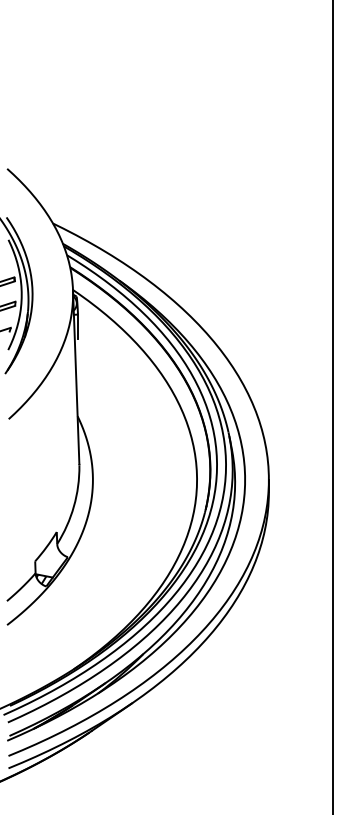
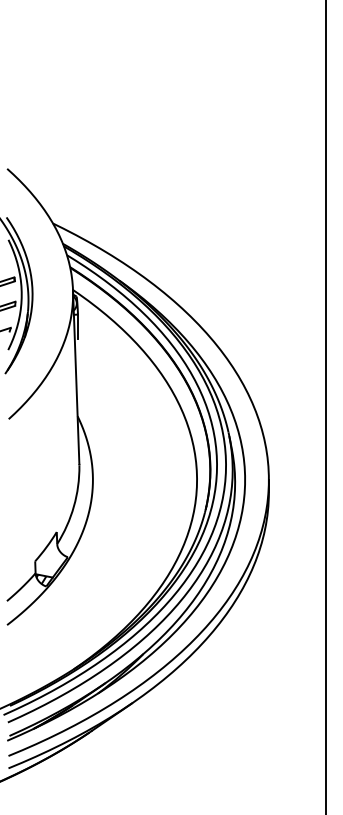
line at (332, 406) position: (332, 406) -> (325, 406)
